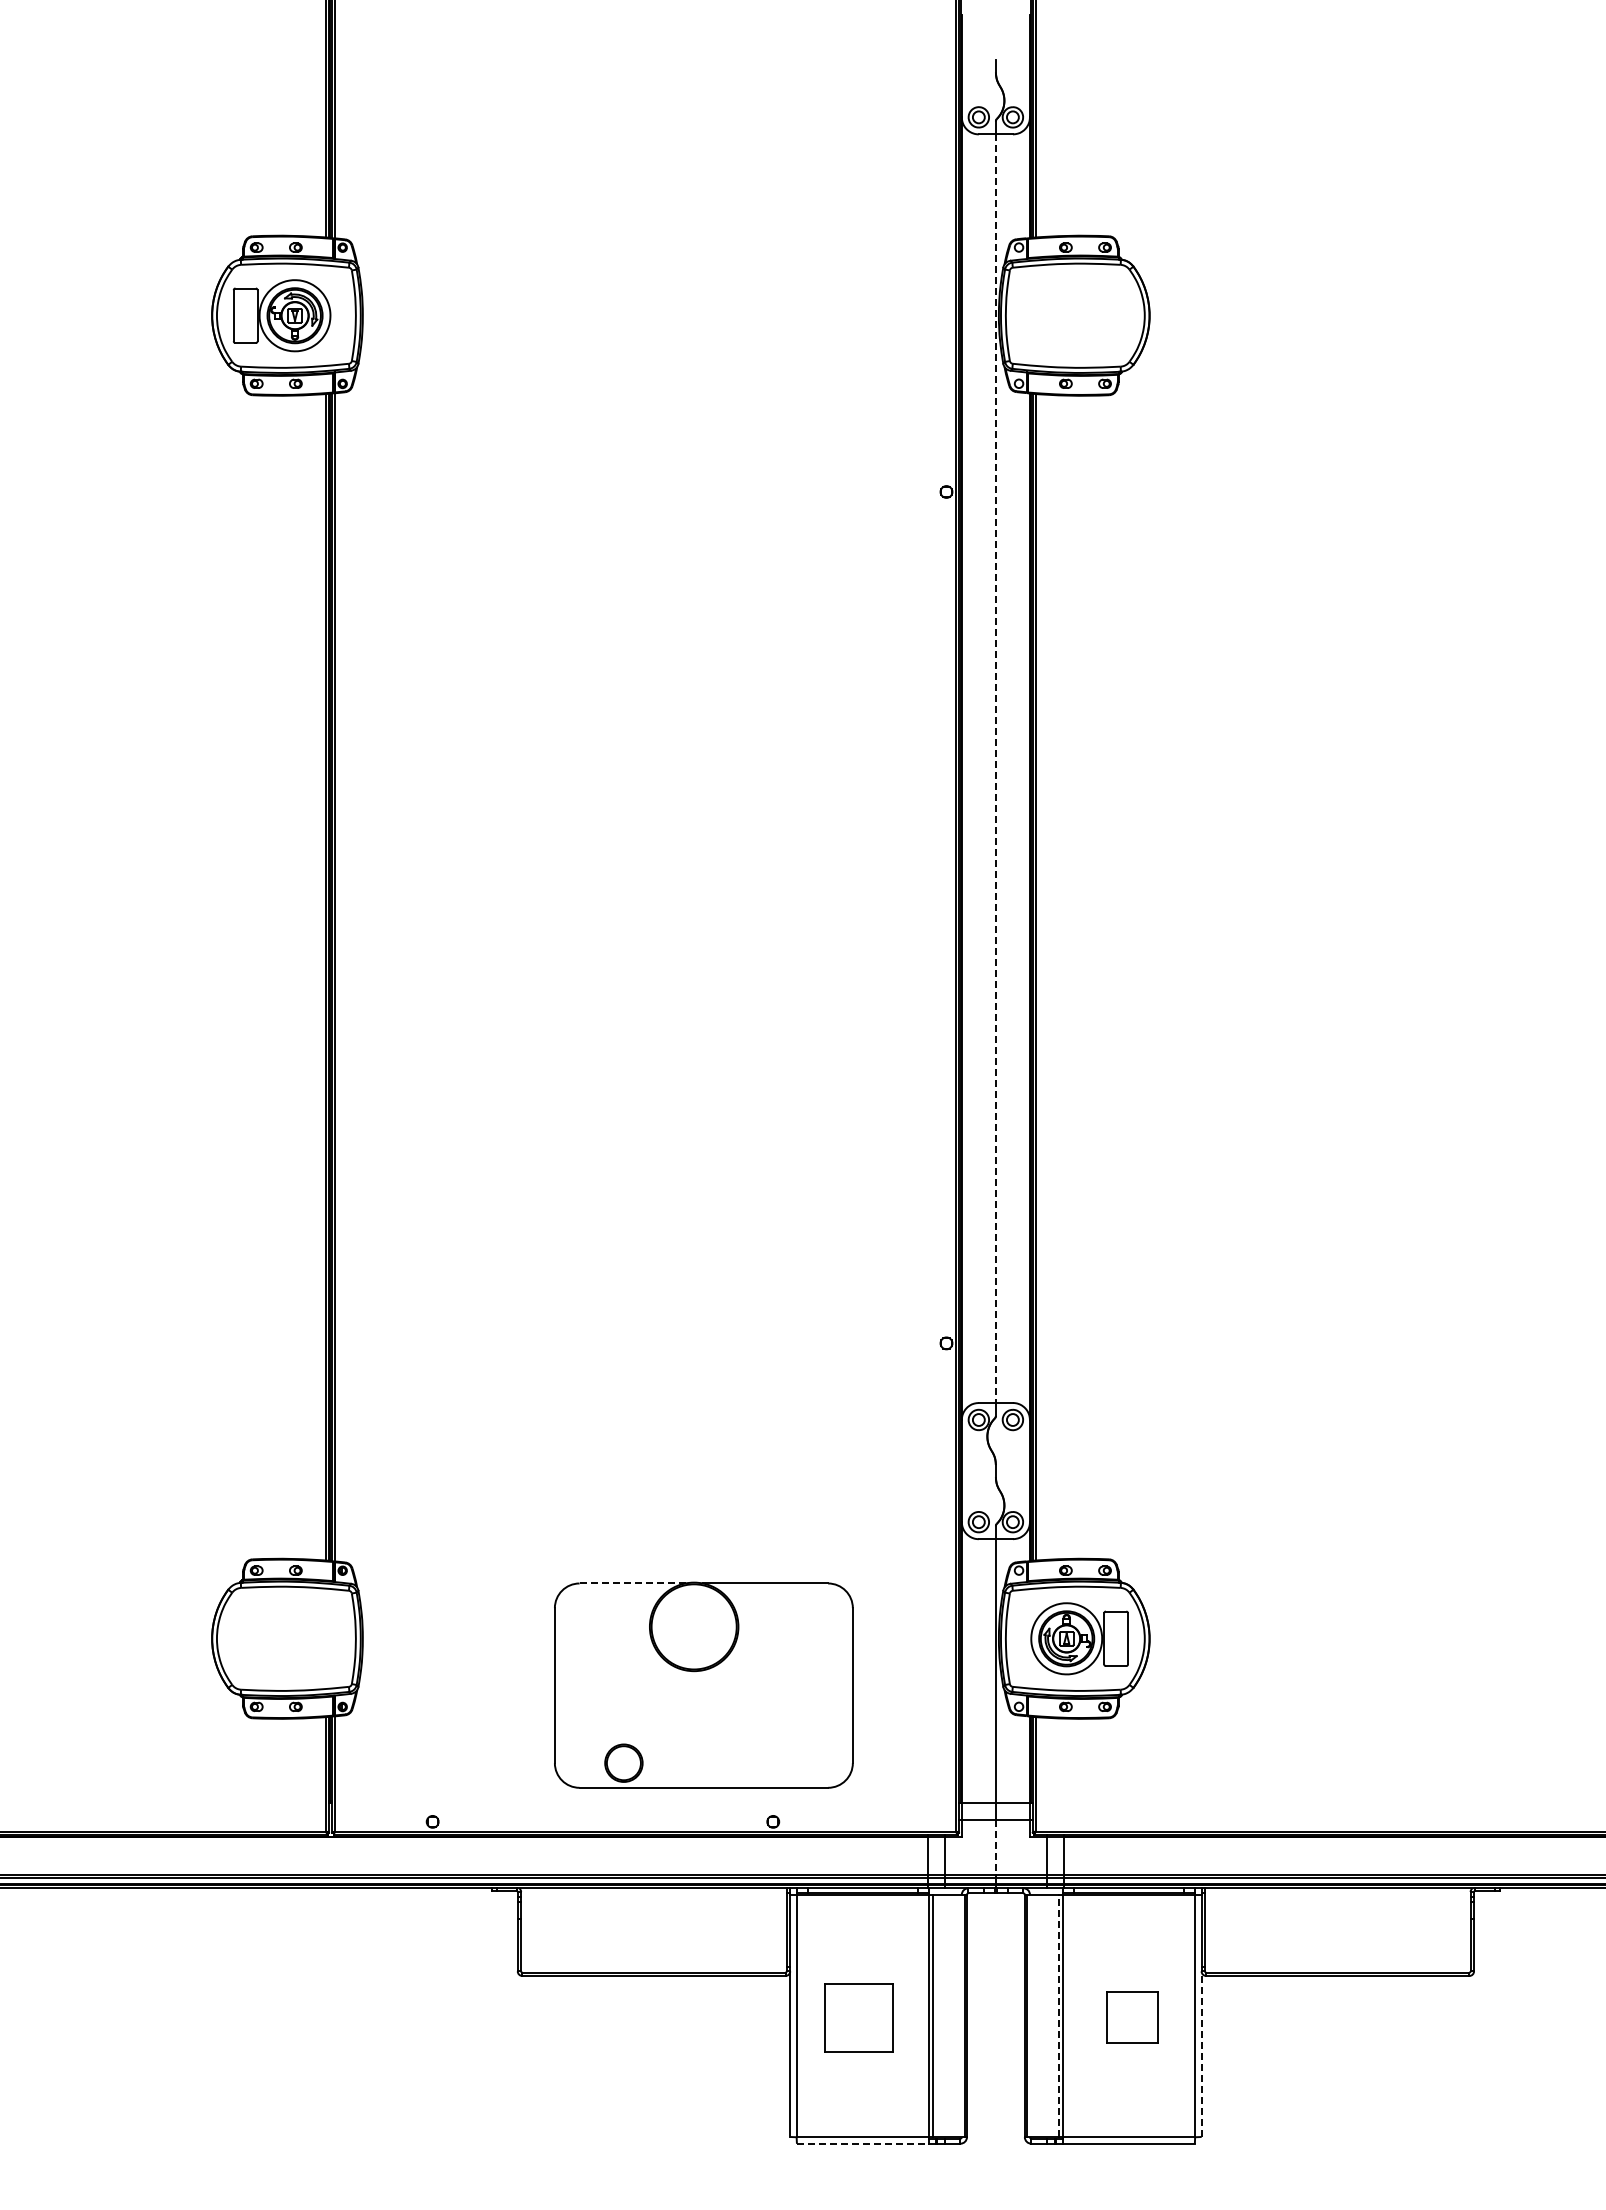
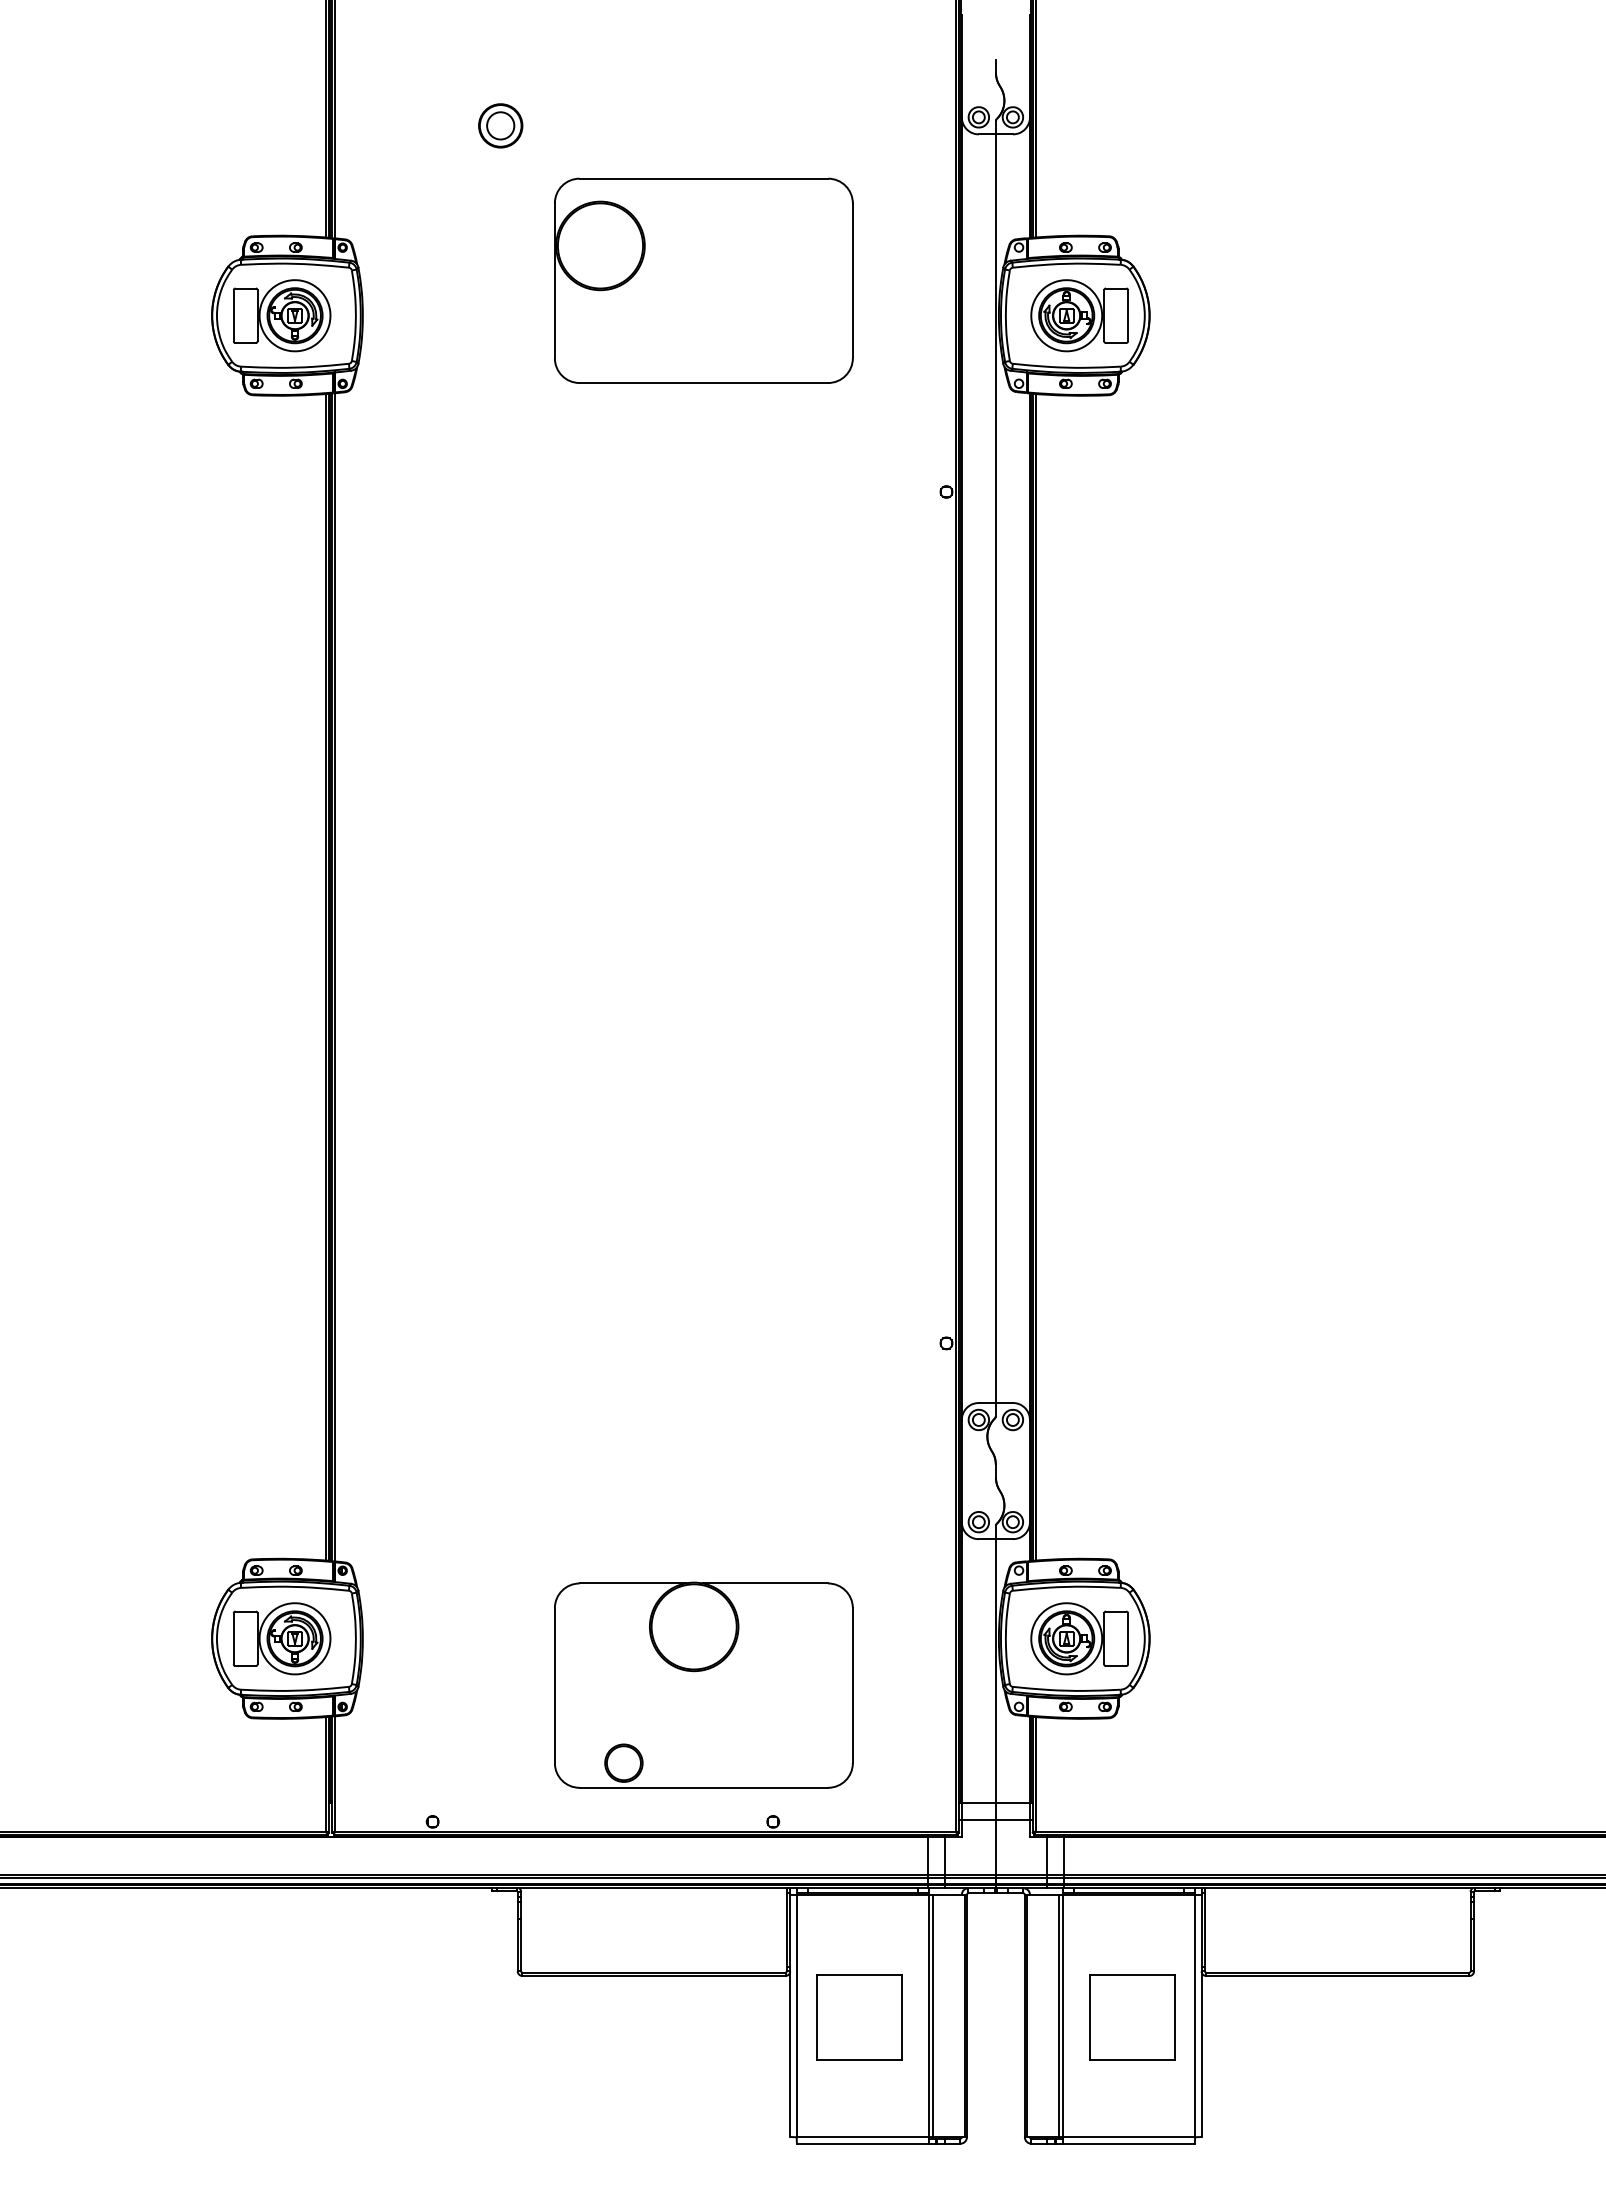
part at (500, 125): none -> present
part at (703, 280): none -> present
part at (1079, 315): none -> present
line at (995, 769): dashed -> solid
line at (632, 1583): dashed -> solid
part at (281, 1638): none -> present
line at (995, 1848): dashed -> solid
line at (1058, 2015): dashed -> solid
part at (858, 2017) size: 70x70 px -> 87x87 px
part at (1132, 2017) size: 53x53 px -> 87x87 px
line at (1201, 2054): dashed -> solid
line at (862, 2143): dashed -> solid
